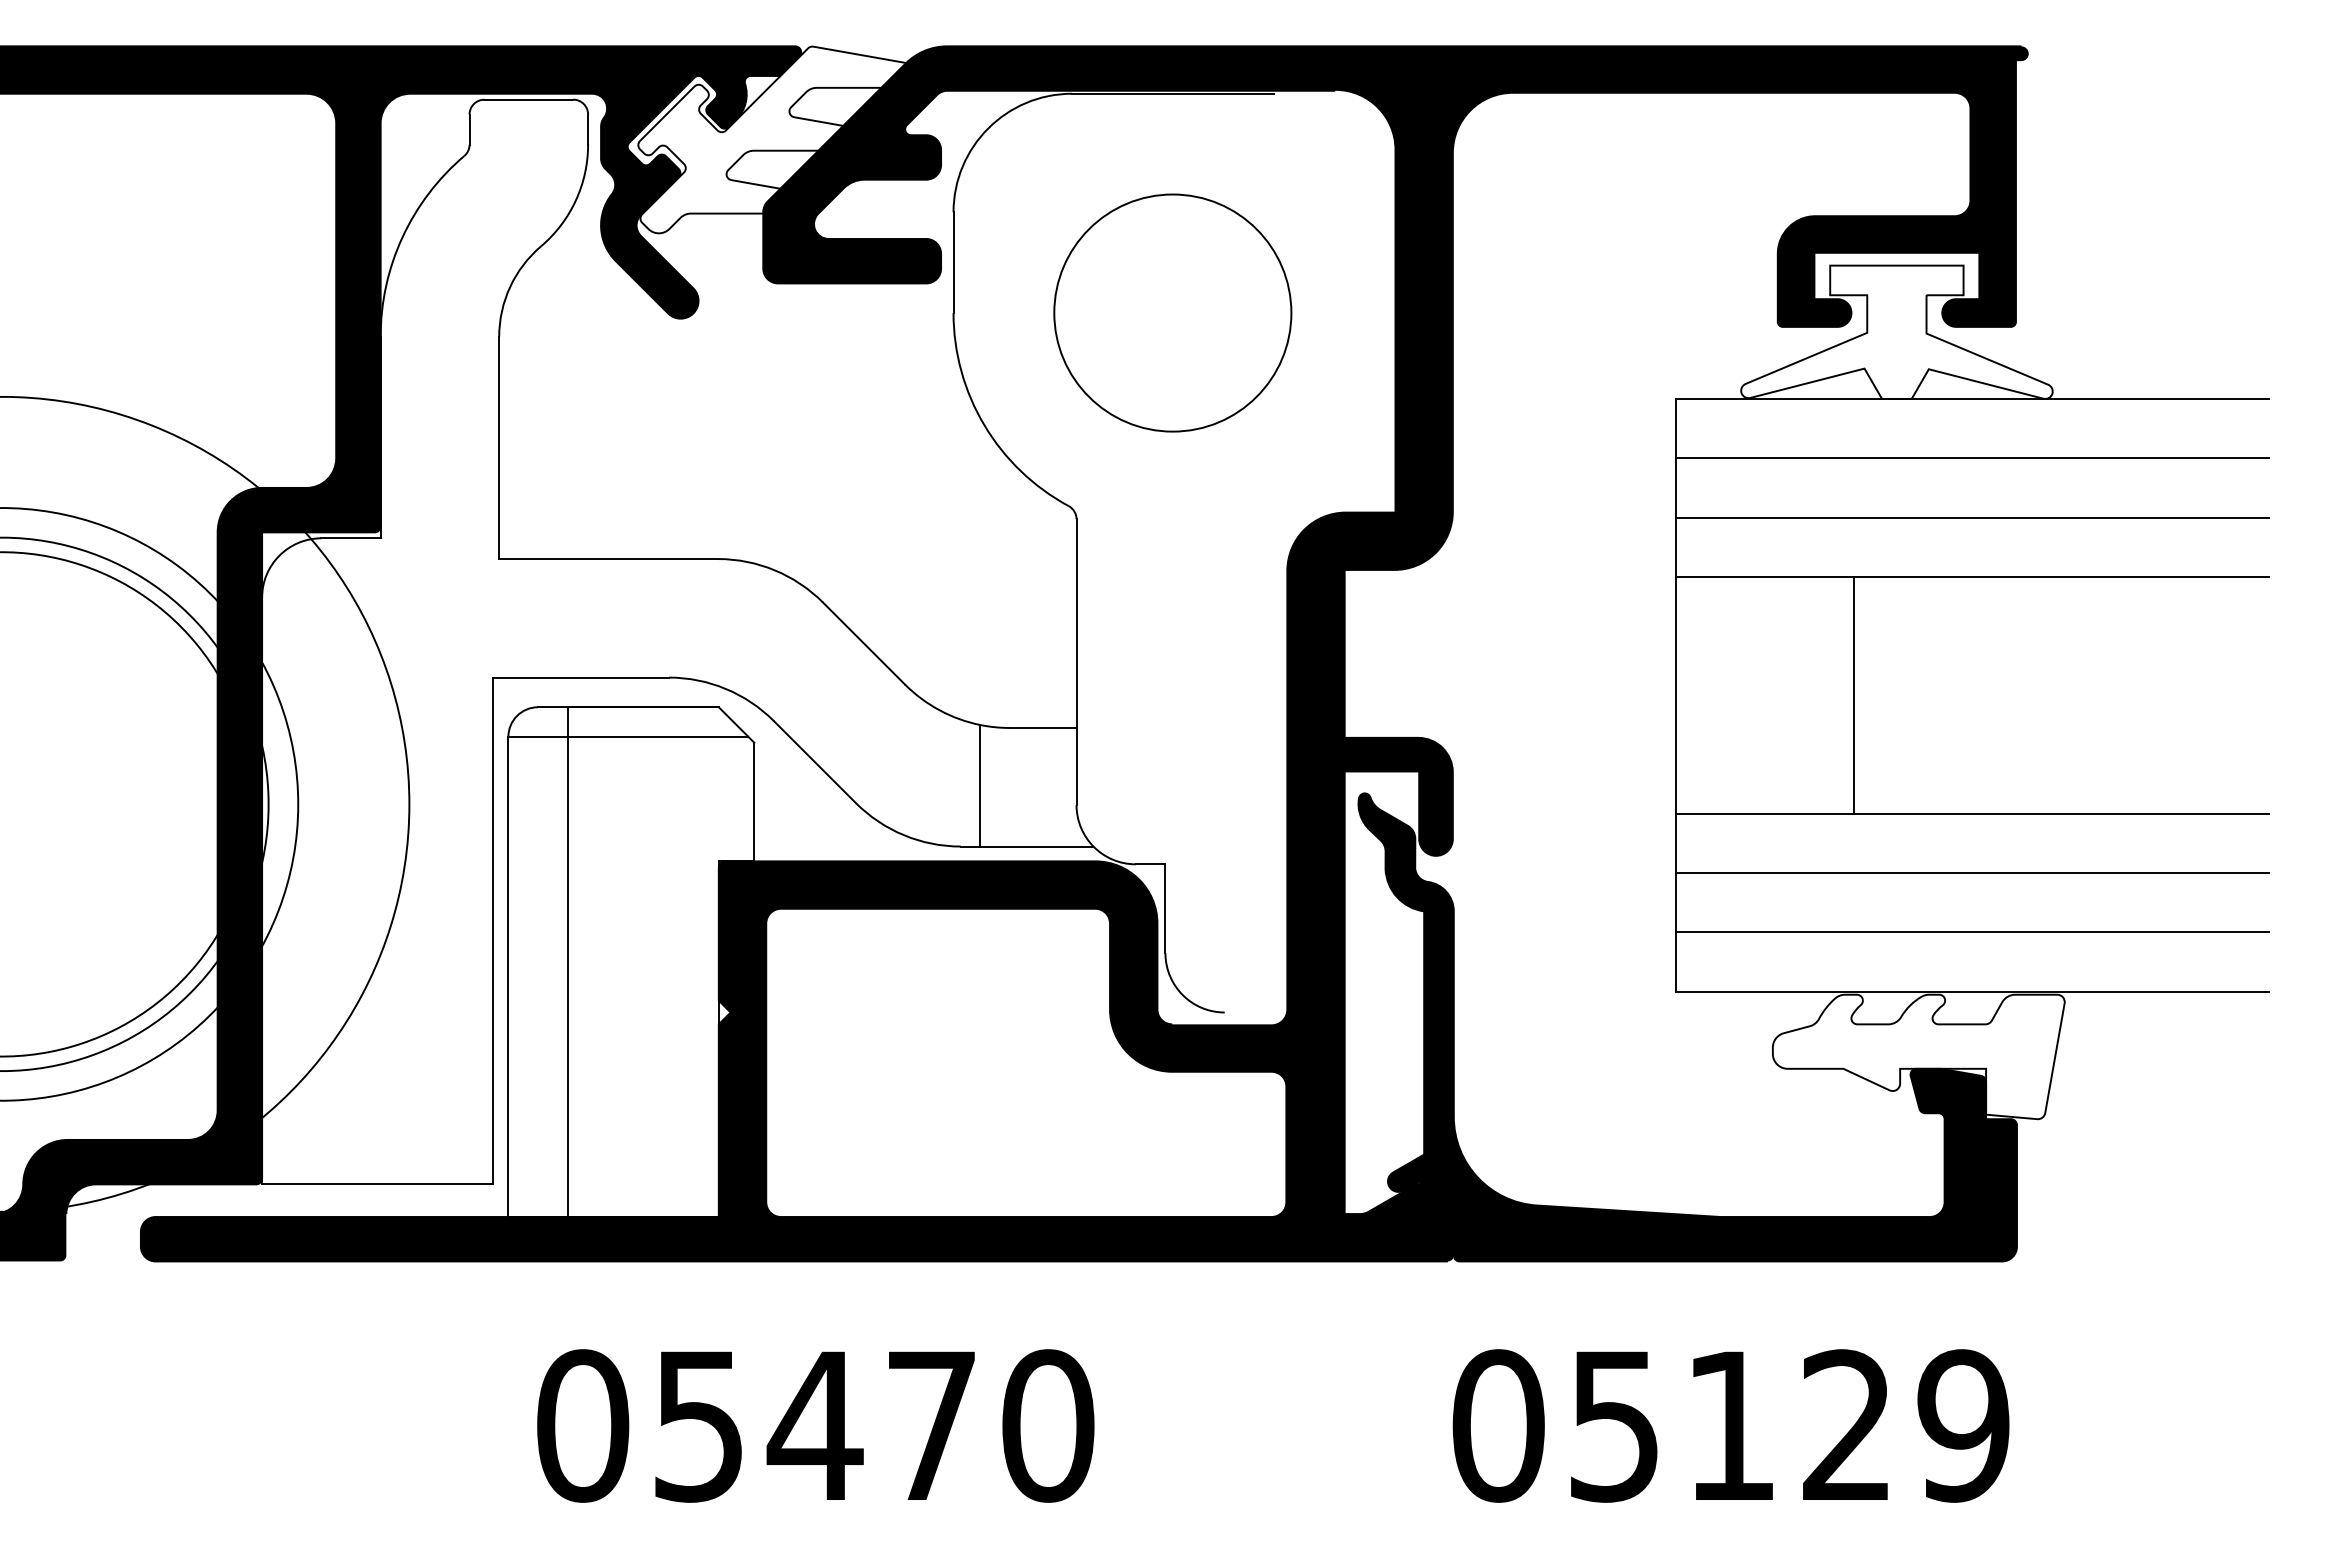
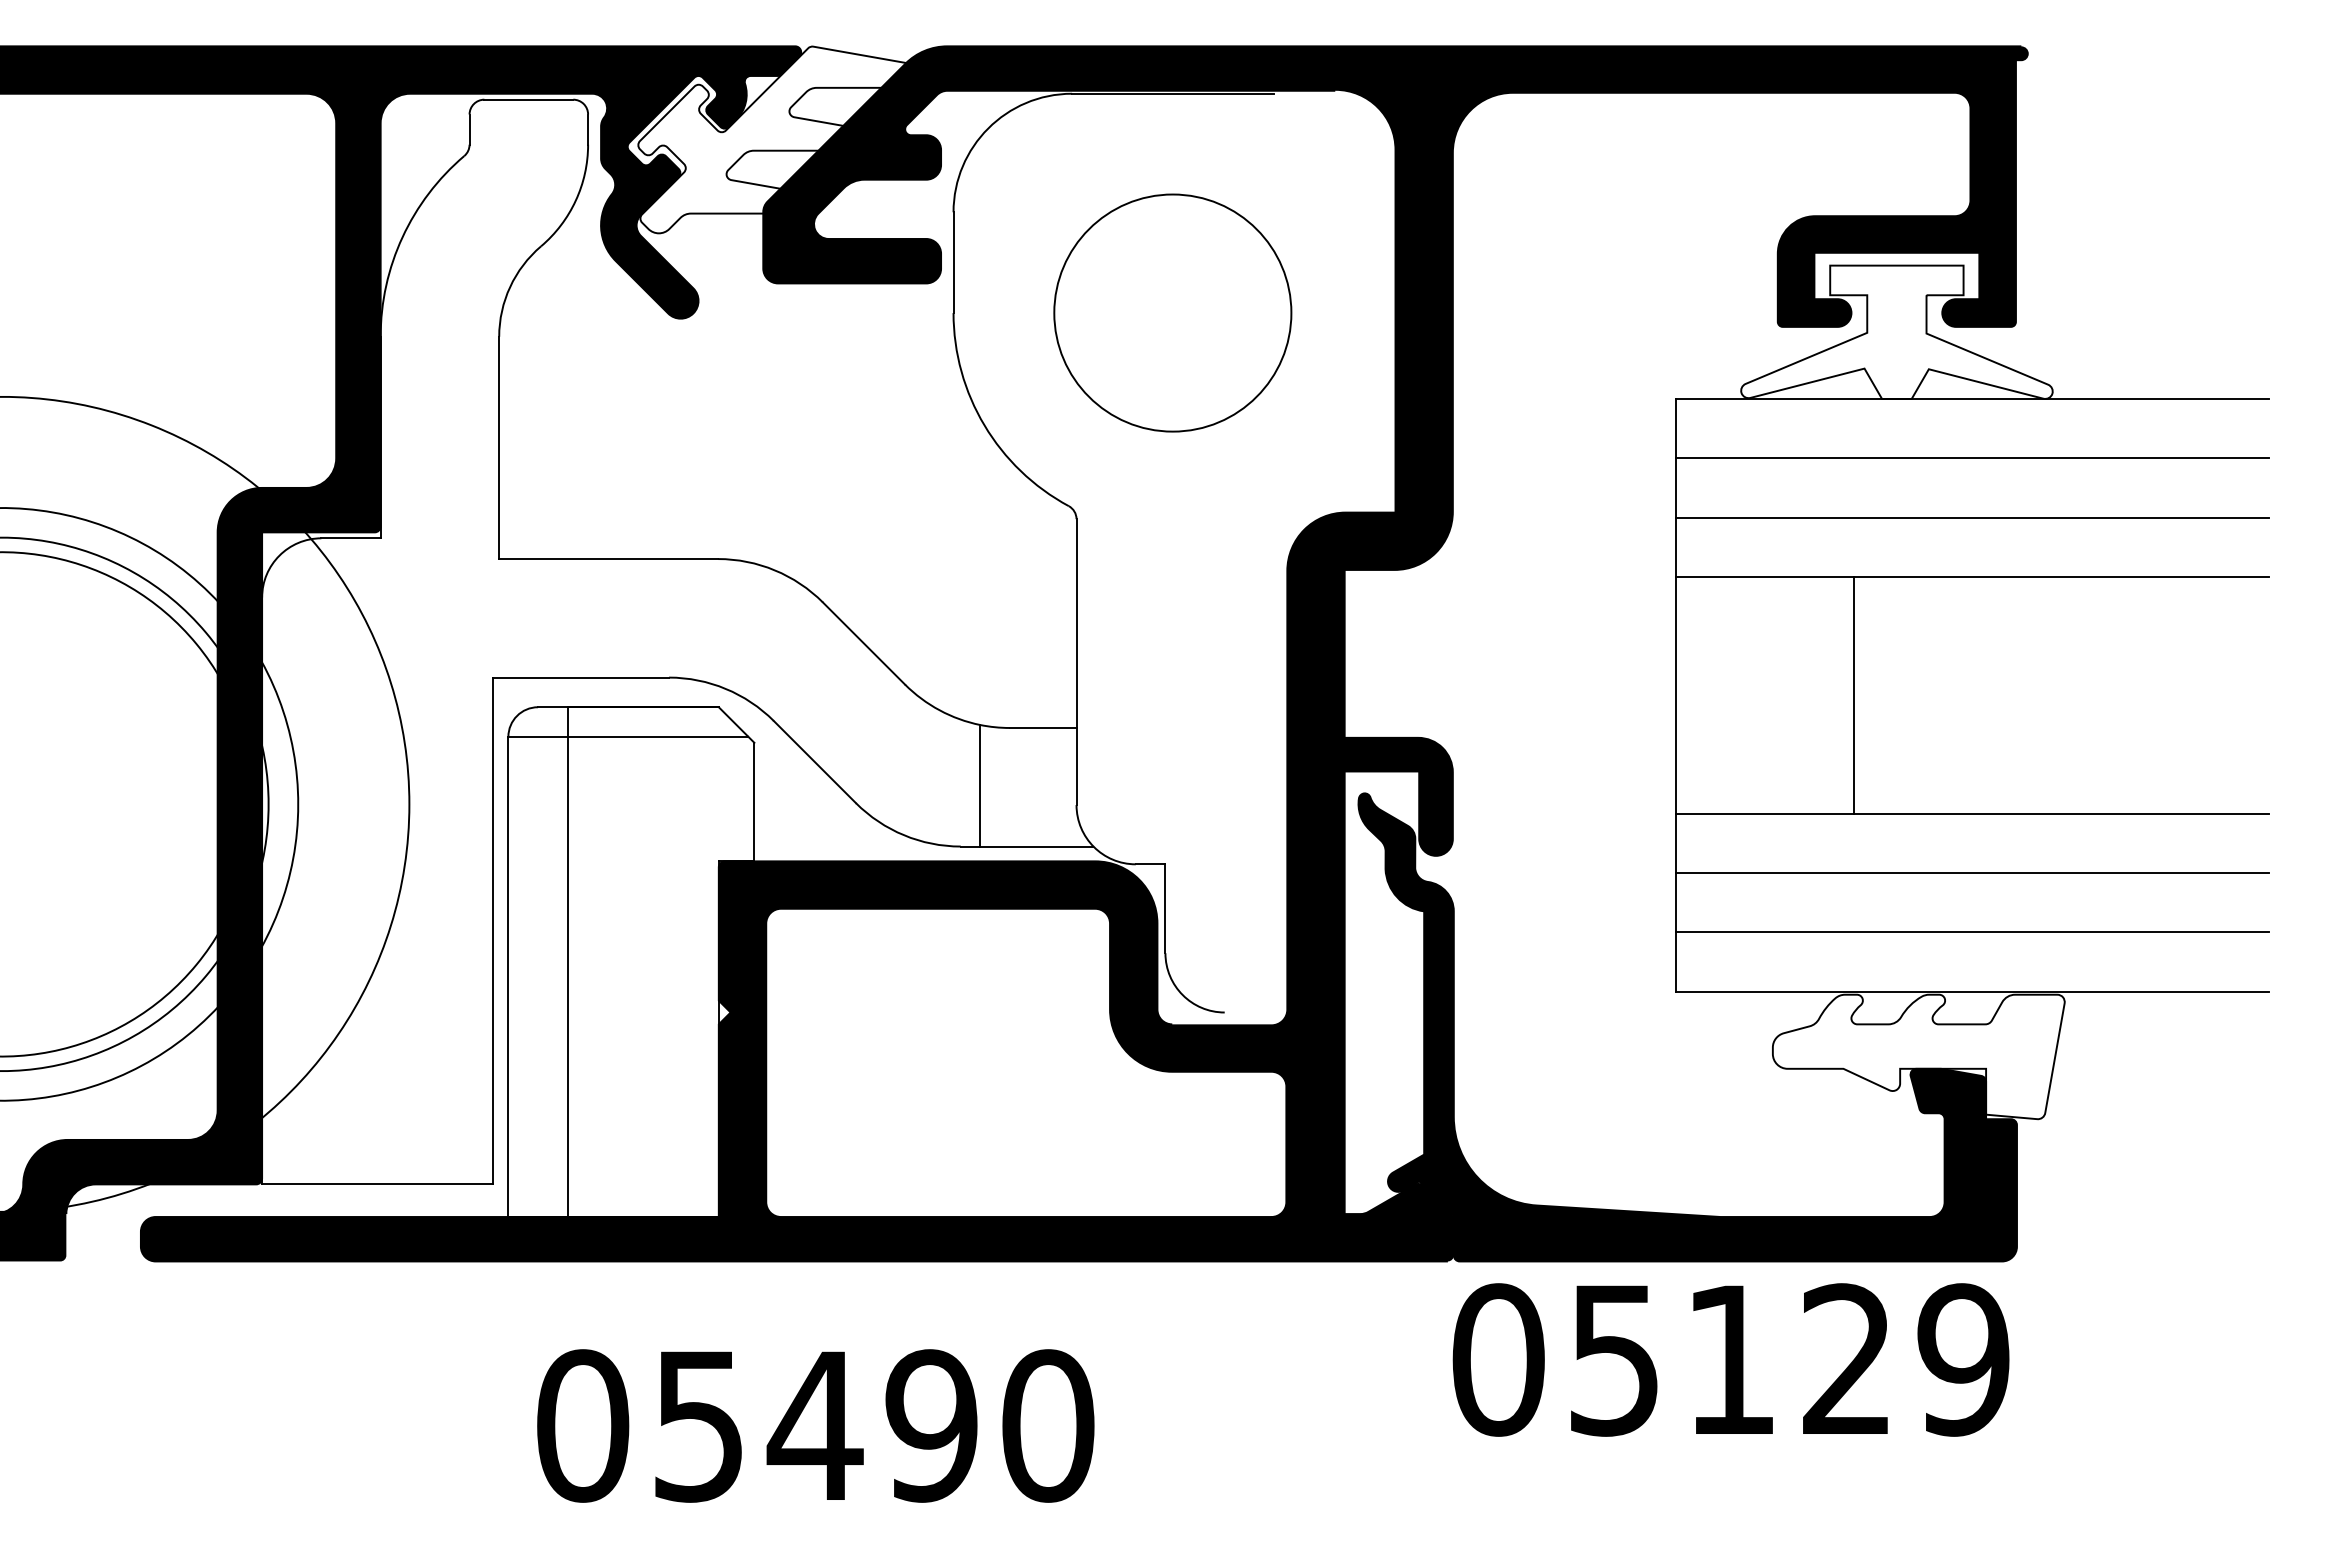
text at (931, 1425): 05470 -> 05490
text at (1730, 1425) position: (1730, 1425) -> (1730, 1359)
